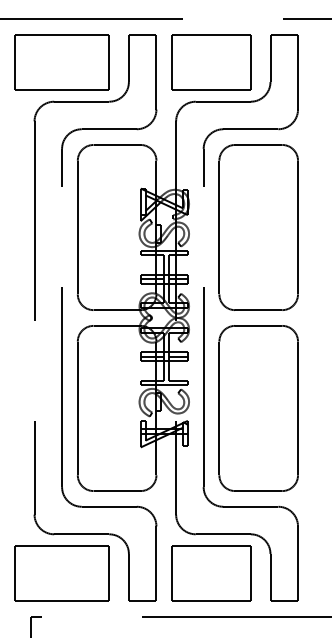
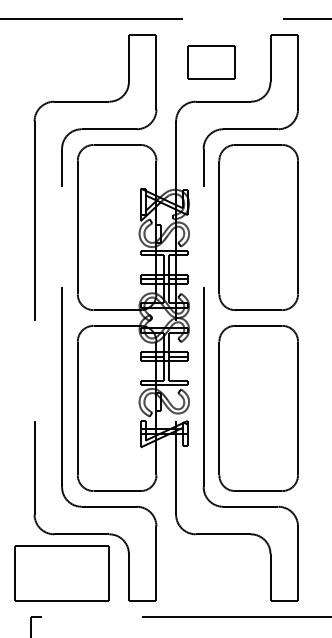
part at (61, 62): present -> none
part at (211, 62) size: 81x57 px -> 49x35 px
part at (211, 573): present -> none
